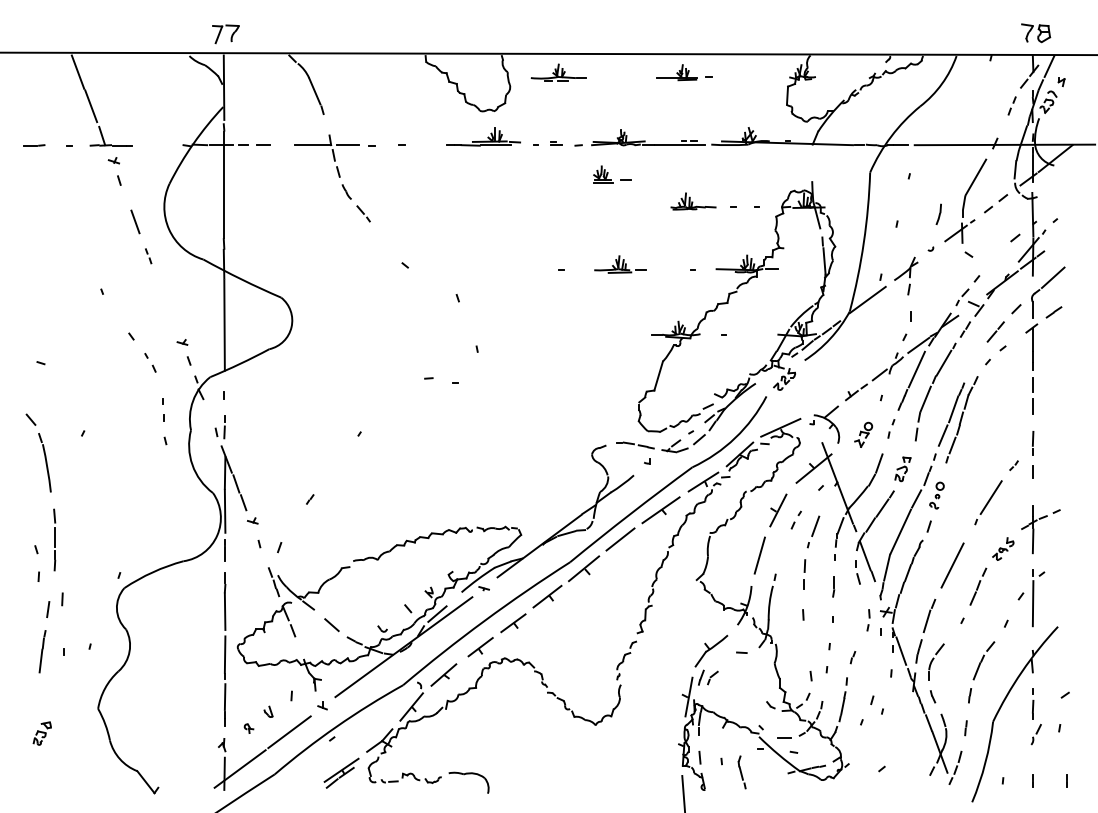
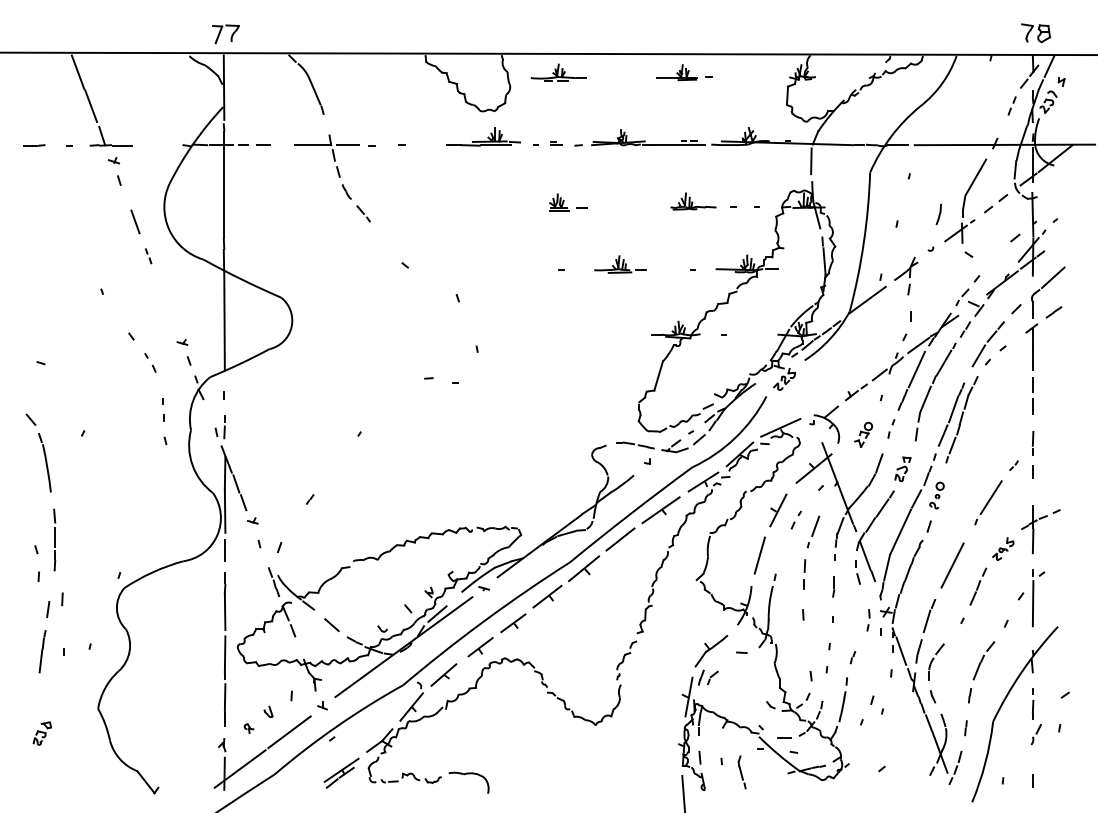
line at (811, 161): none -> present
part at (612, 174) position: (612, 174) -> (568, 202)
line at (978, 355): none -> present
line at (1066, 780): present -> none
